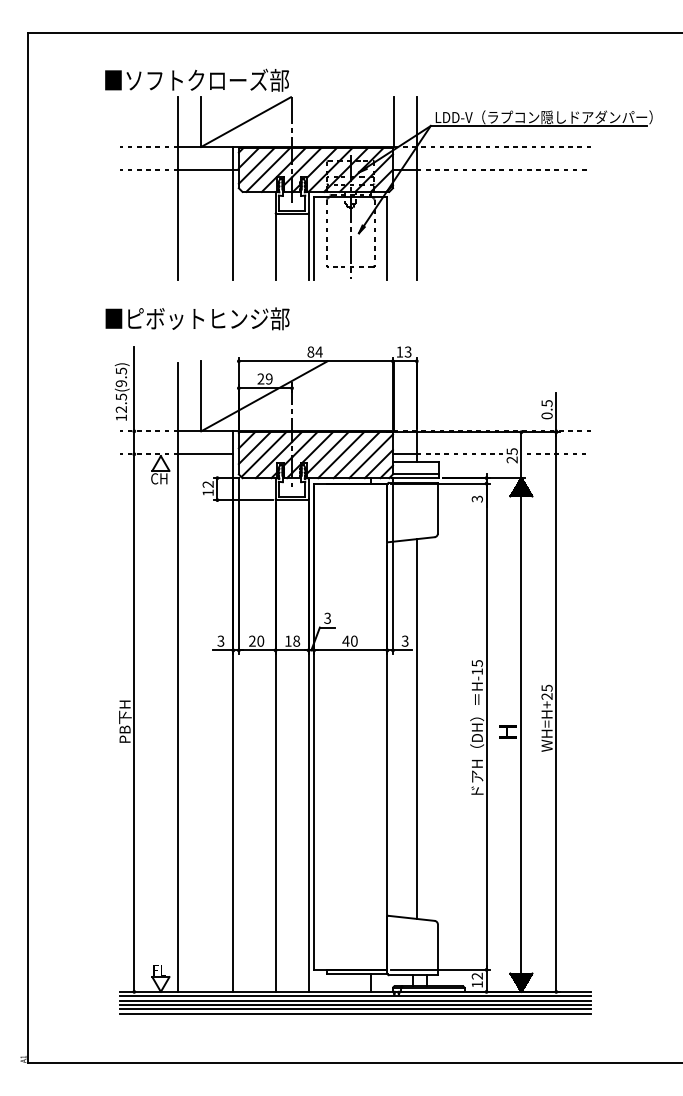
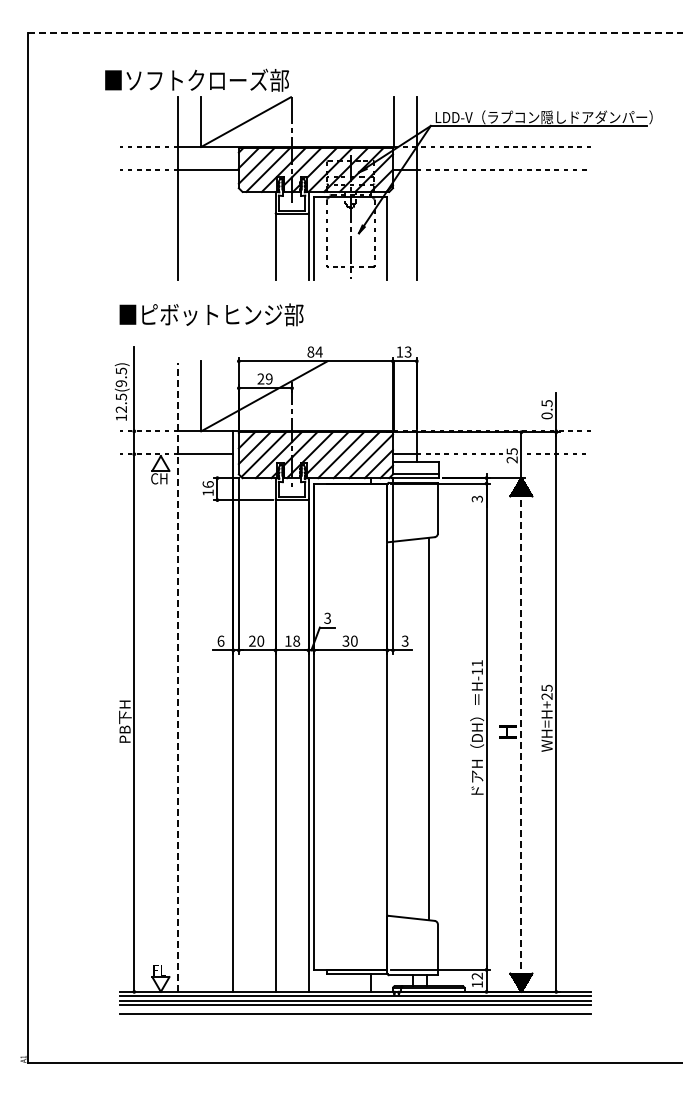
line at (355, 32): solid -> dashed
line at (233, 213): present -> none
text at (197, 318) position: (197, 318) -> (211, 314)
text at (207, 484): 12 -> 16
text at (220, 640): 3 -> 6
text at (345, 640): 40 -> 30
text at (476, 663): H-15 -> H-11
line at (178, 677): solid -> dashed
line at (416, 728) position: (416, 728) -> (428, 728)
line at (521, 735): solid -> dashed
line at (355, 1009): present -> none
